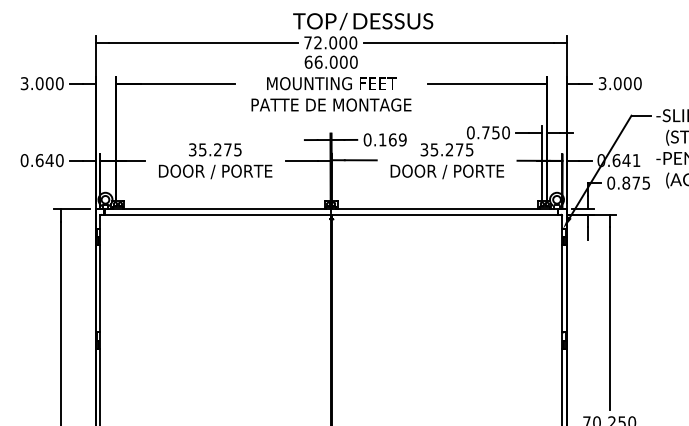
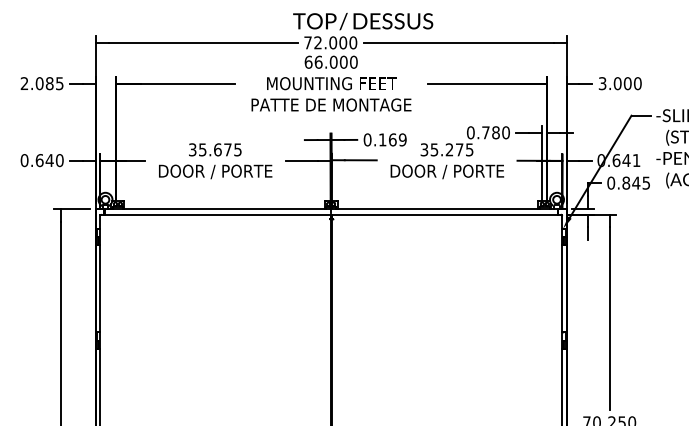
text at (41, 83): 3.000 -> 2.085
text at (495, 132): 0.750 -> 0.780
text at (217, 149): 35.275 -> 35.675
text at (636, 182): 0.875 -> 0.845
